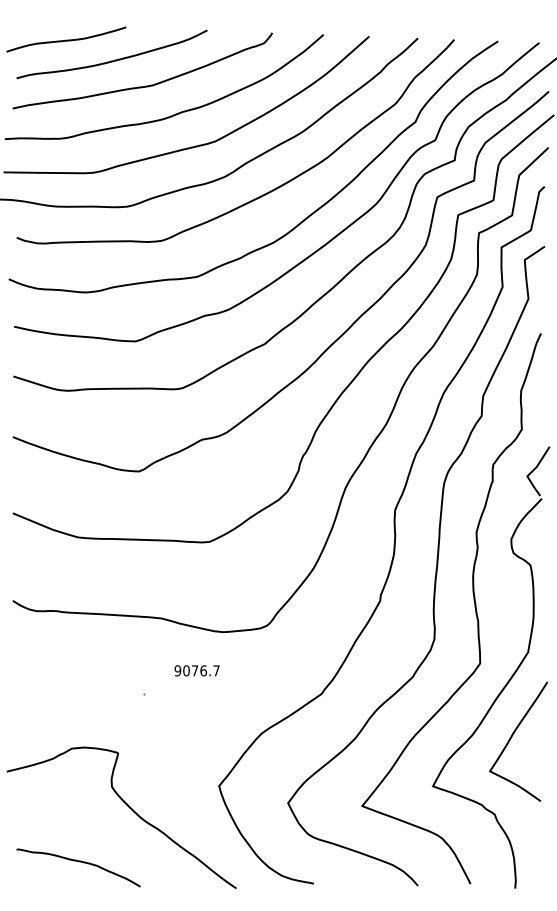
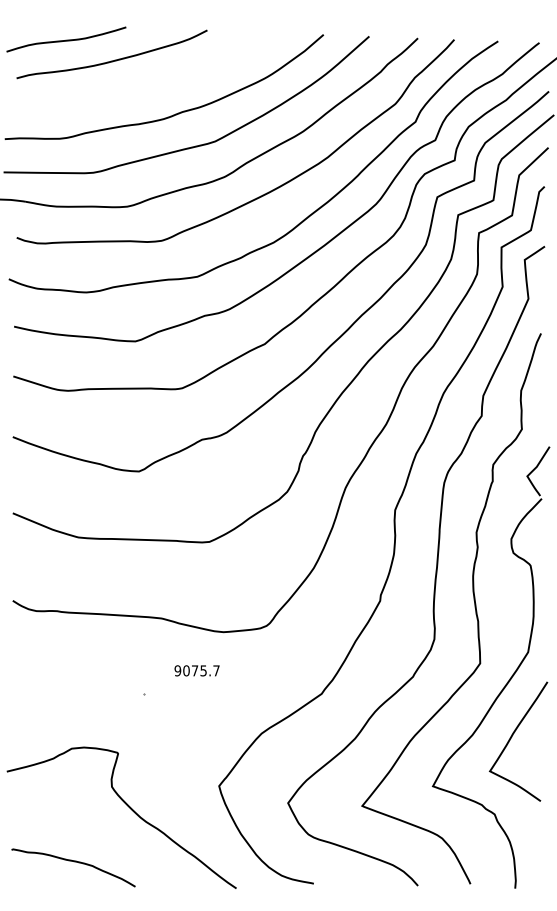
curve at (145, 85): present -> none
text at (203, 670): 9076.7 -> 9075.7
curve at (79, 862) position: (79, 862) -> (74, 862)
